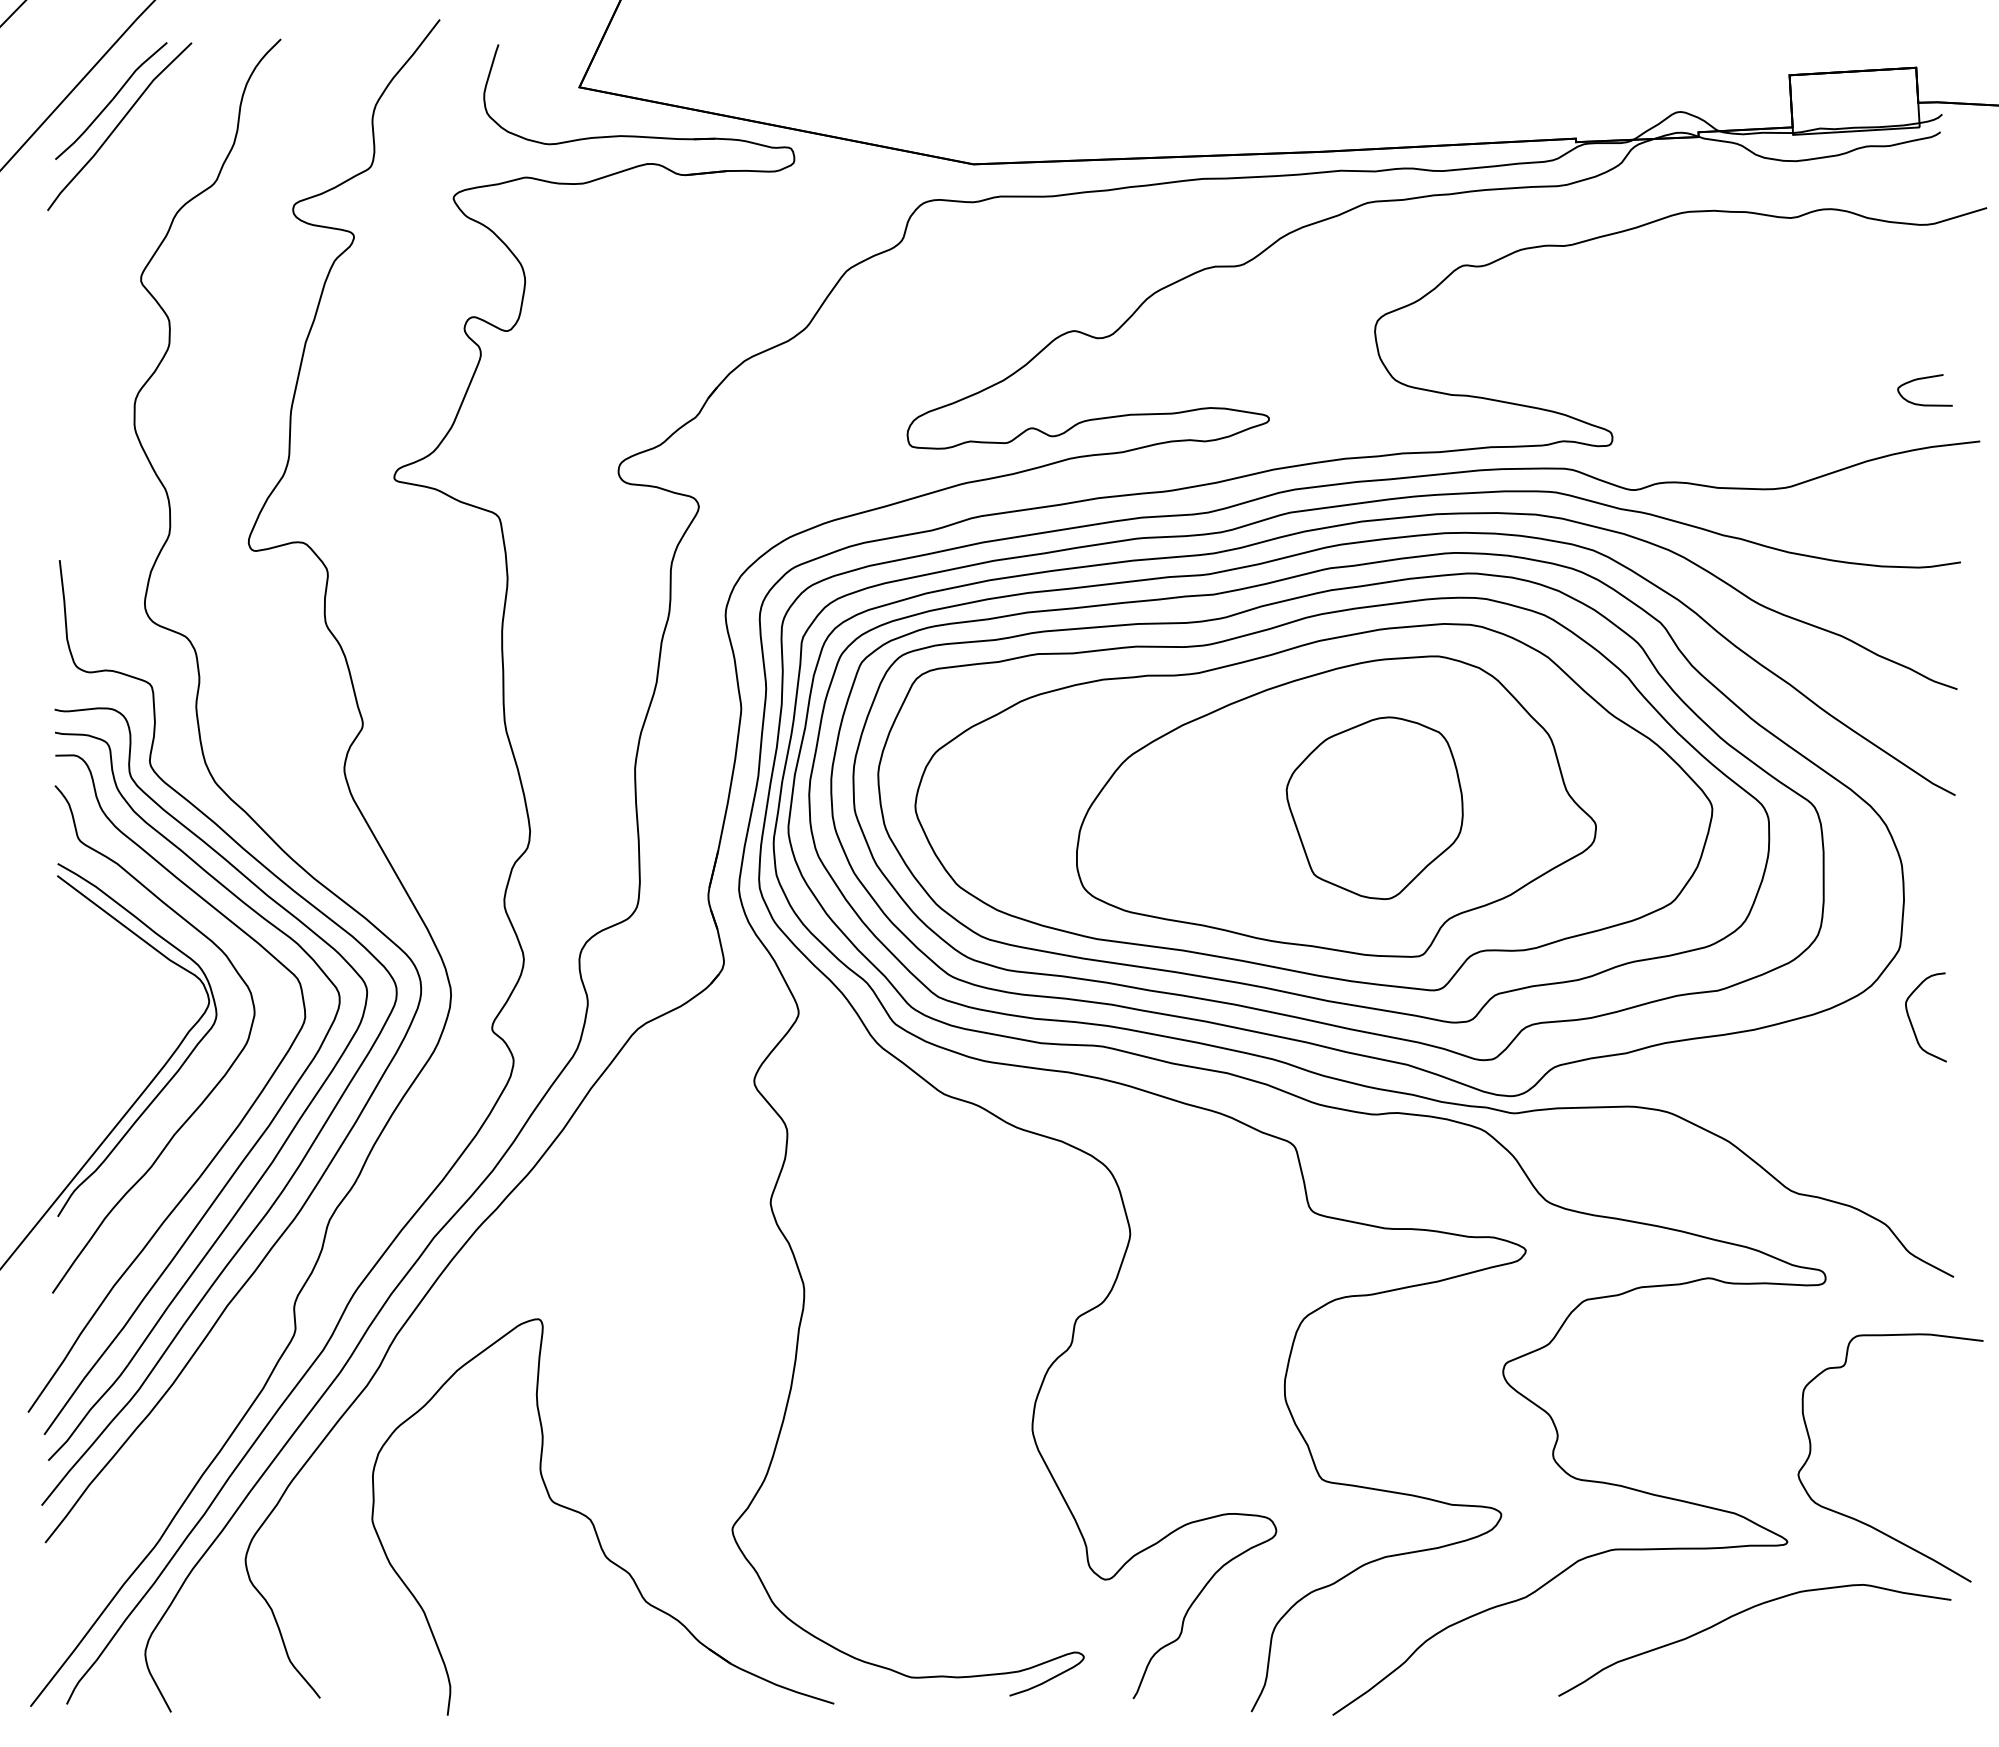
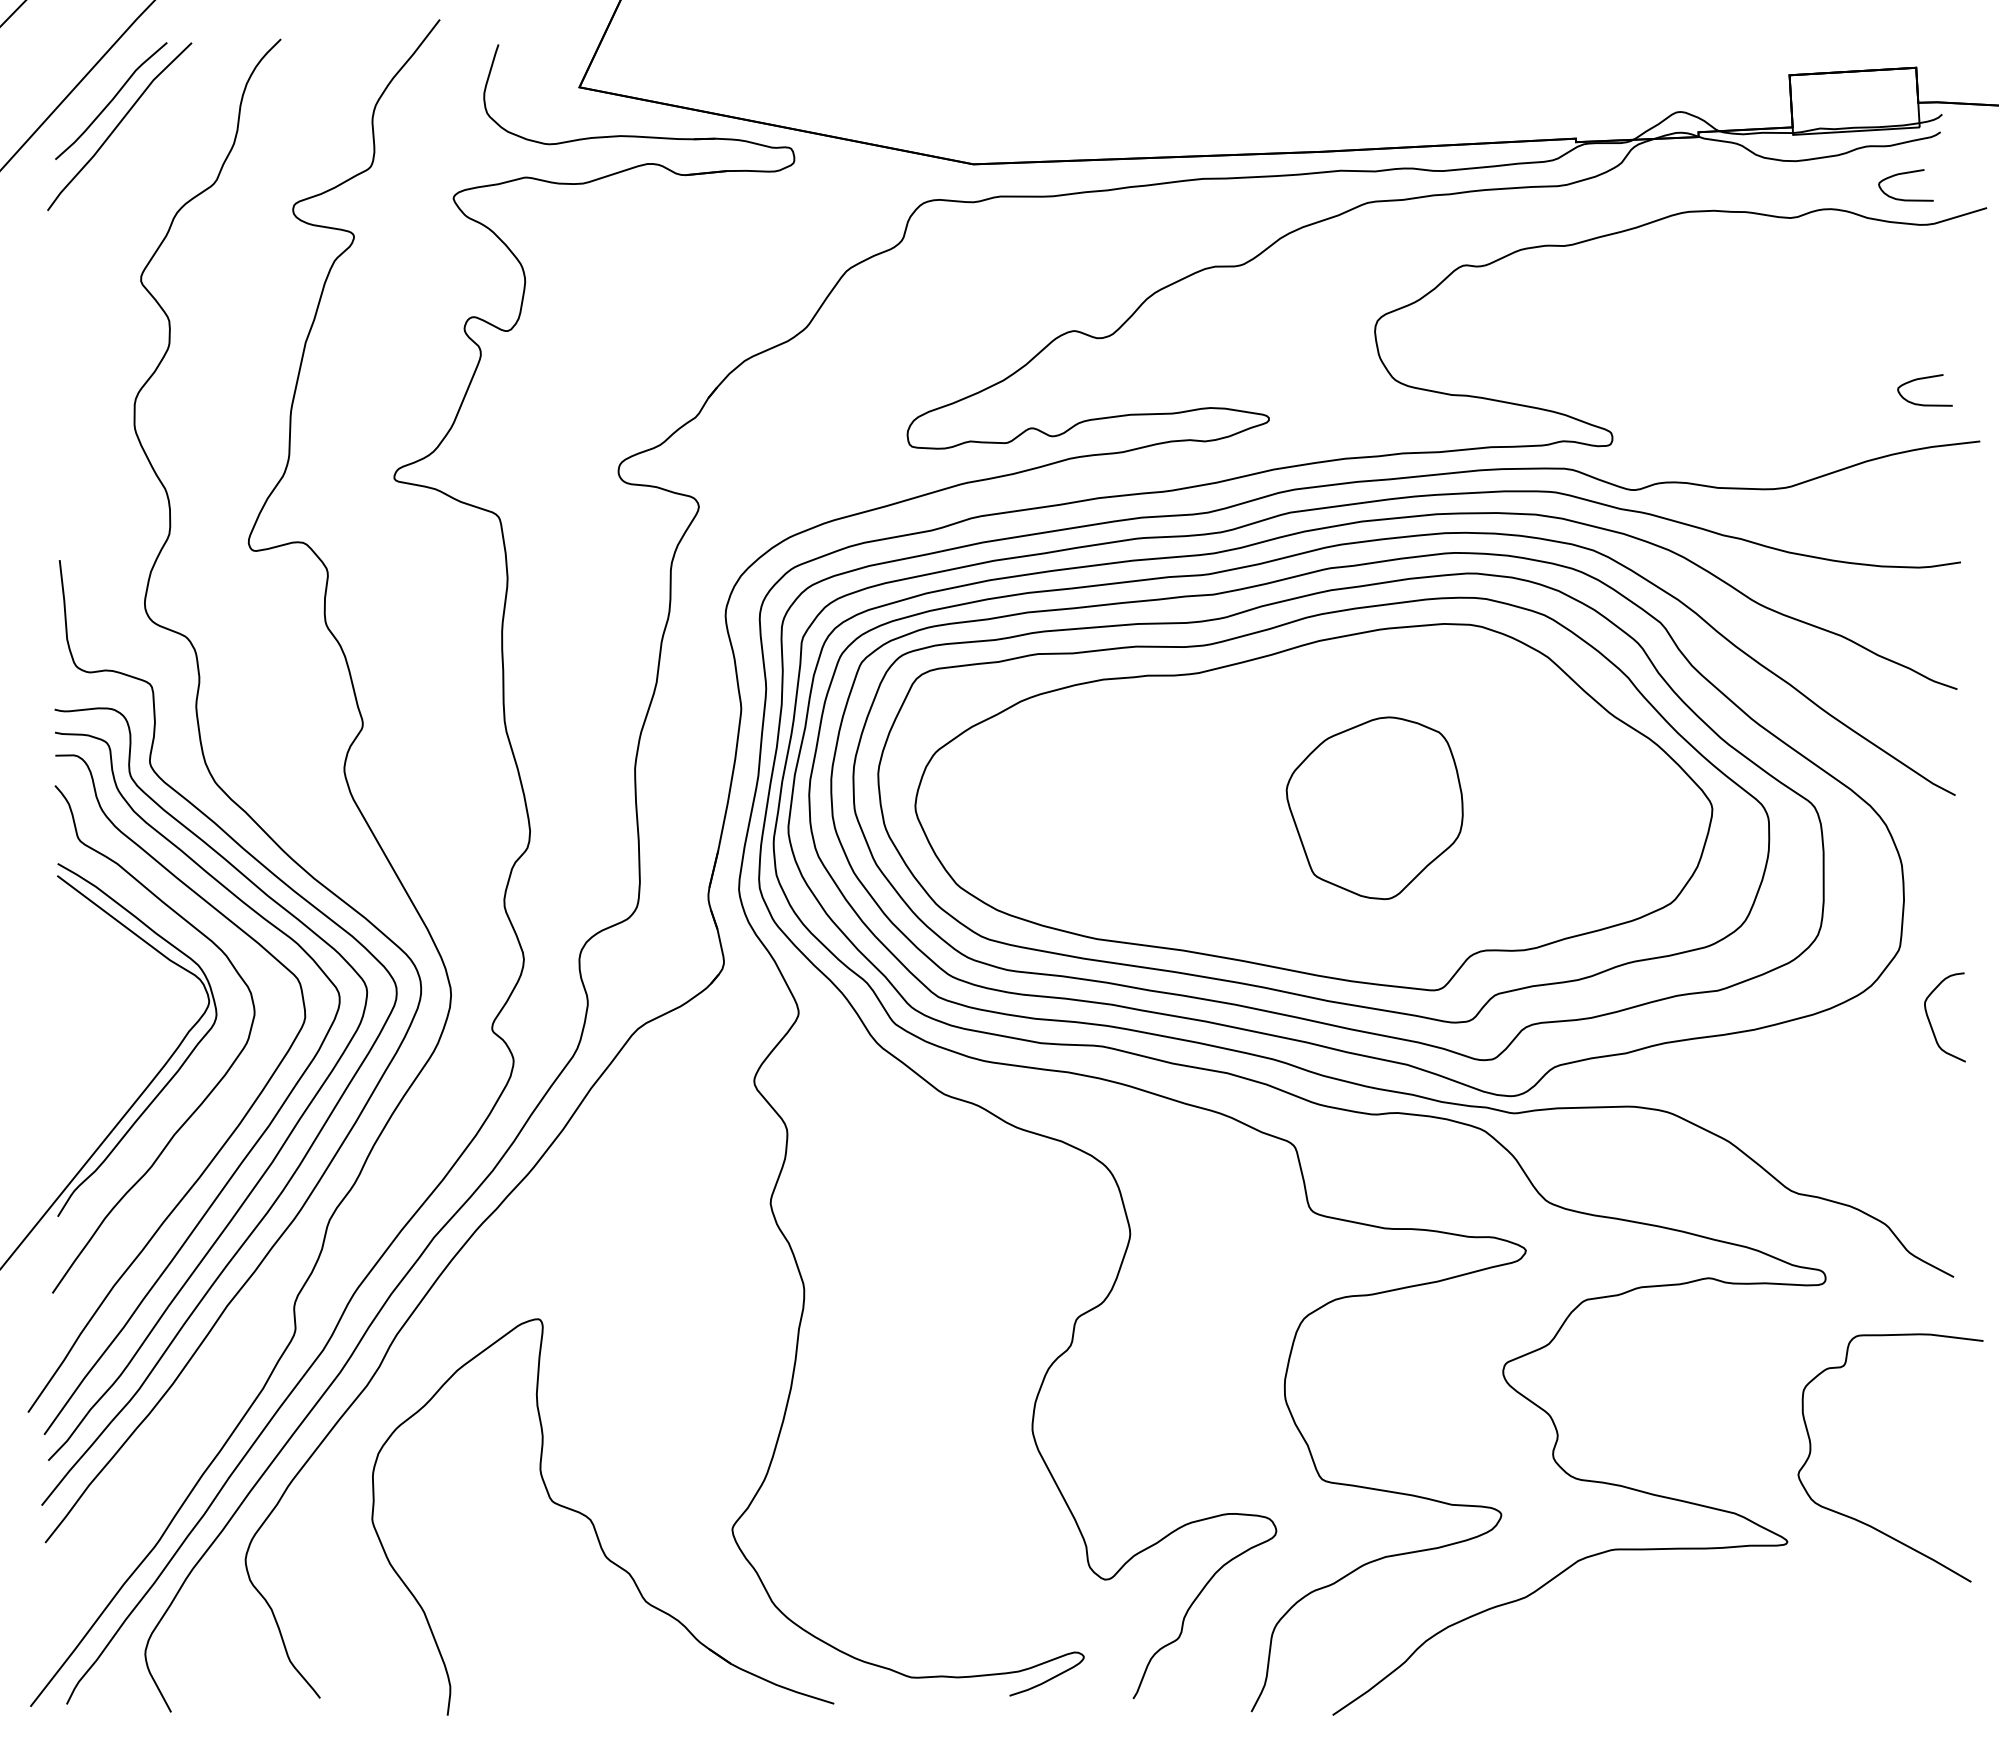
curve at (1904, 174): none -> present
part at (1336, 806): present -> none
curve at (1911, 1021) position: (1911, 1021) -> (1930, 1021)
curve at (1741, 1613): present -> none
